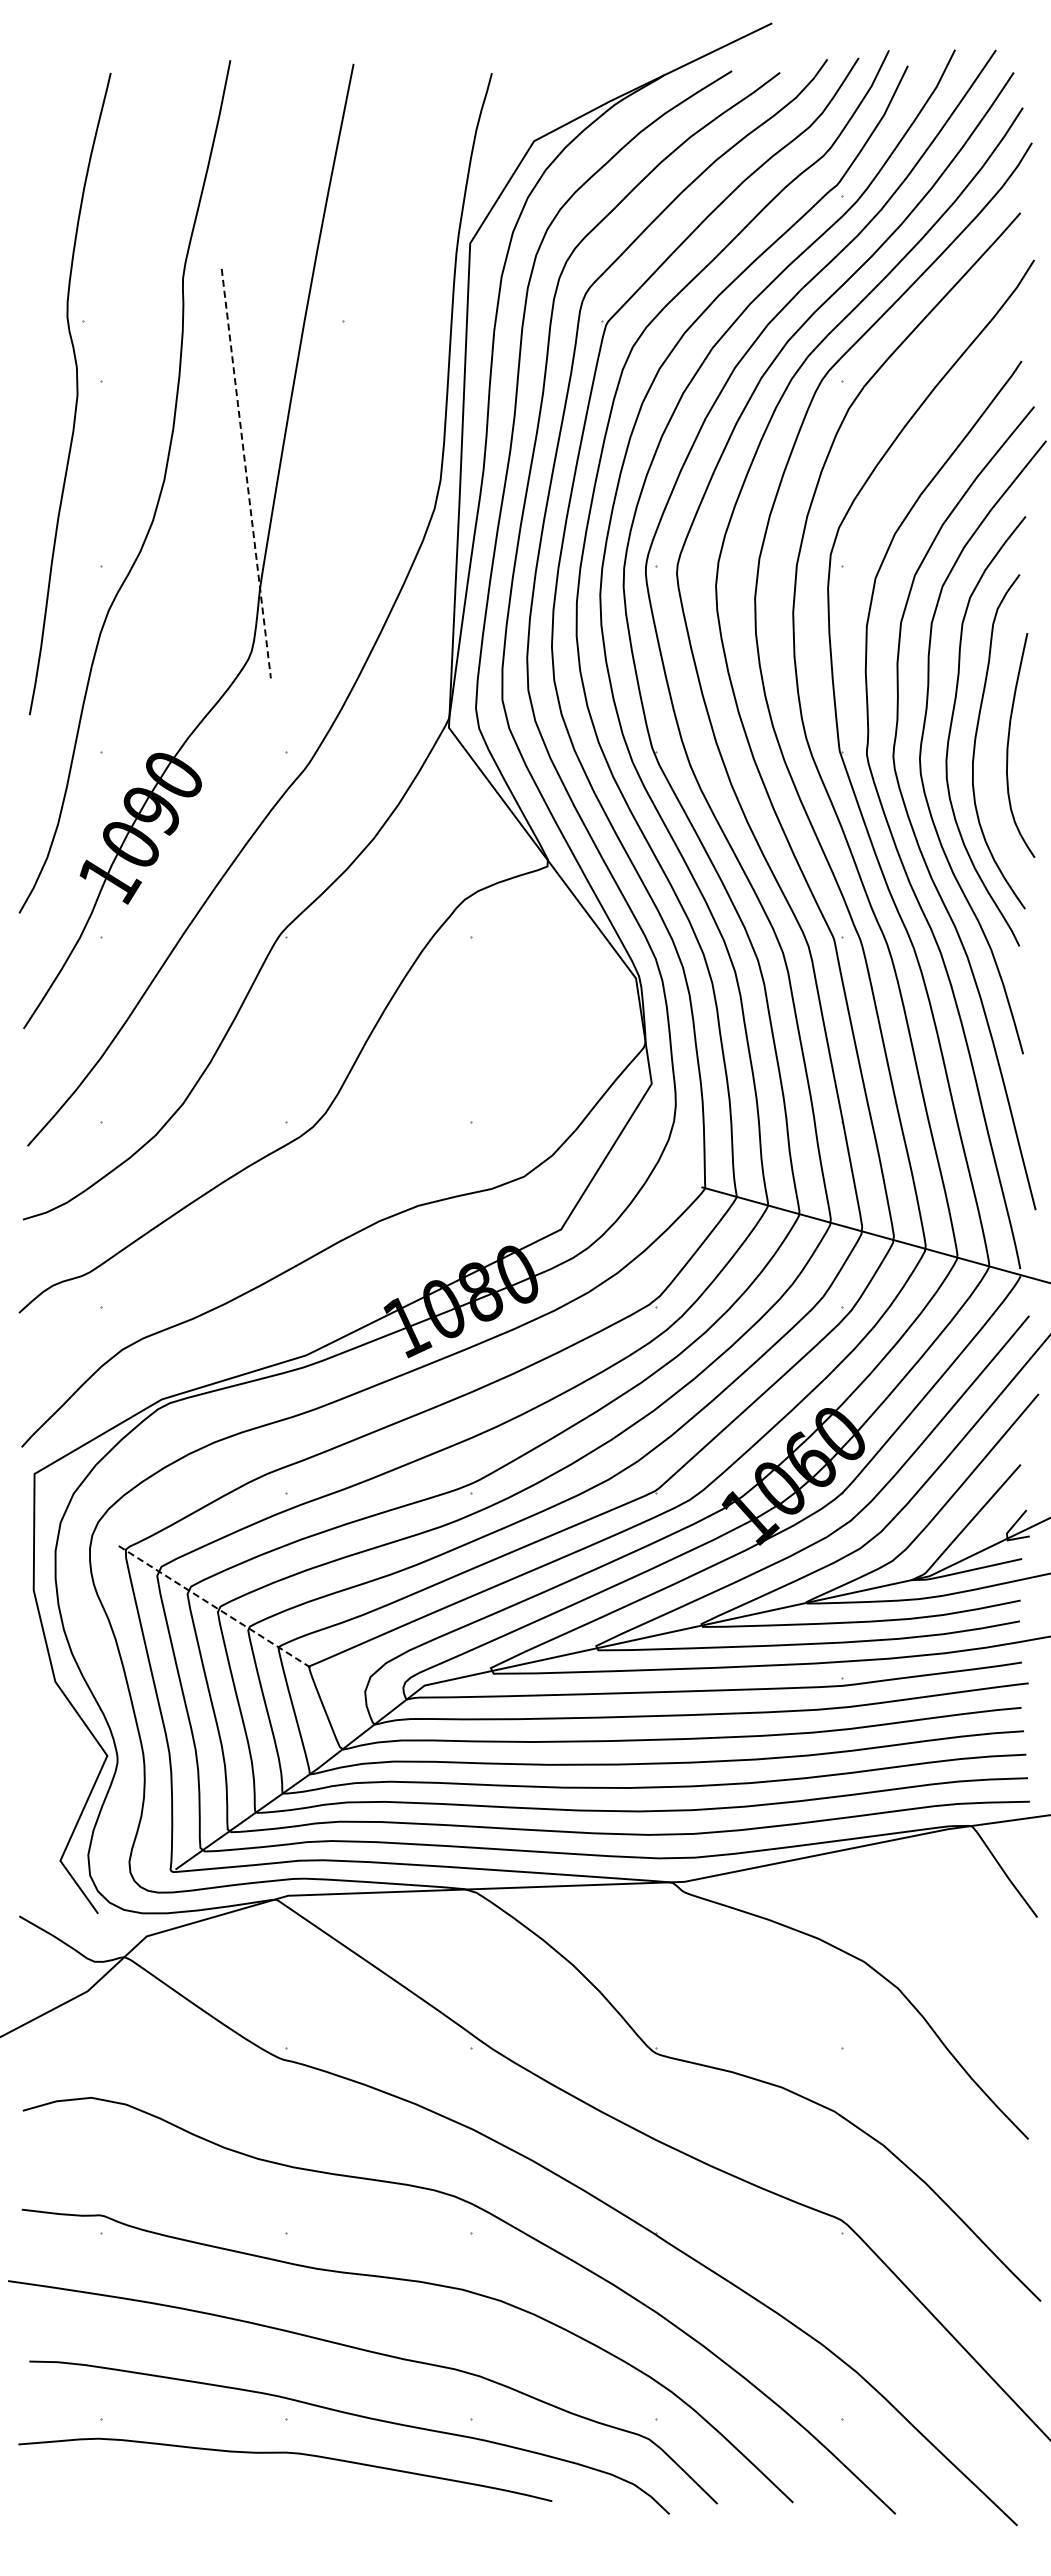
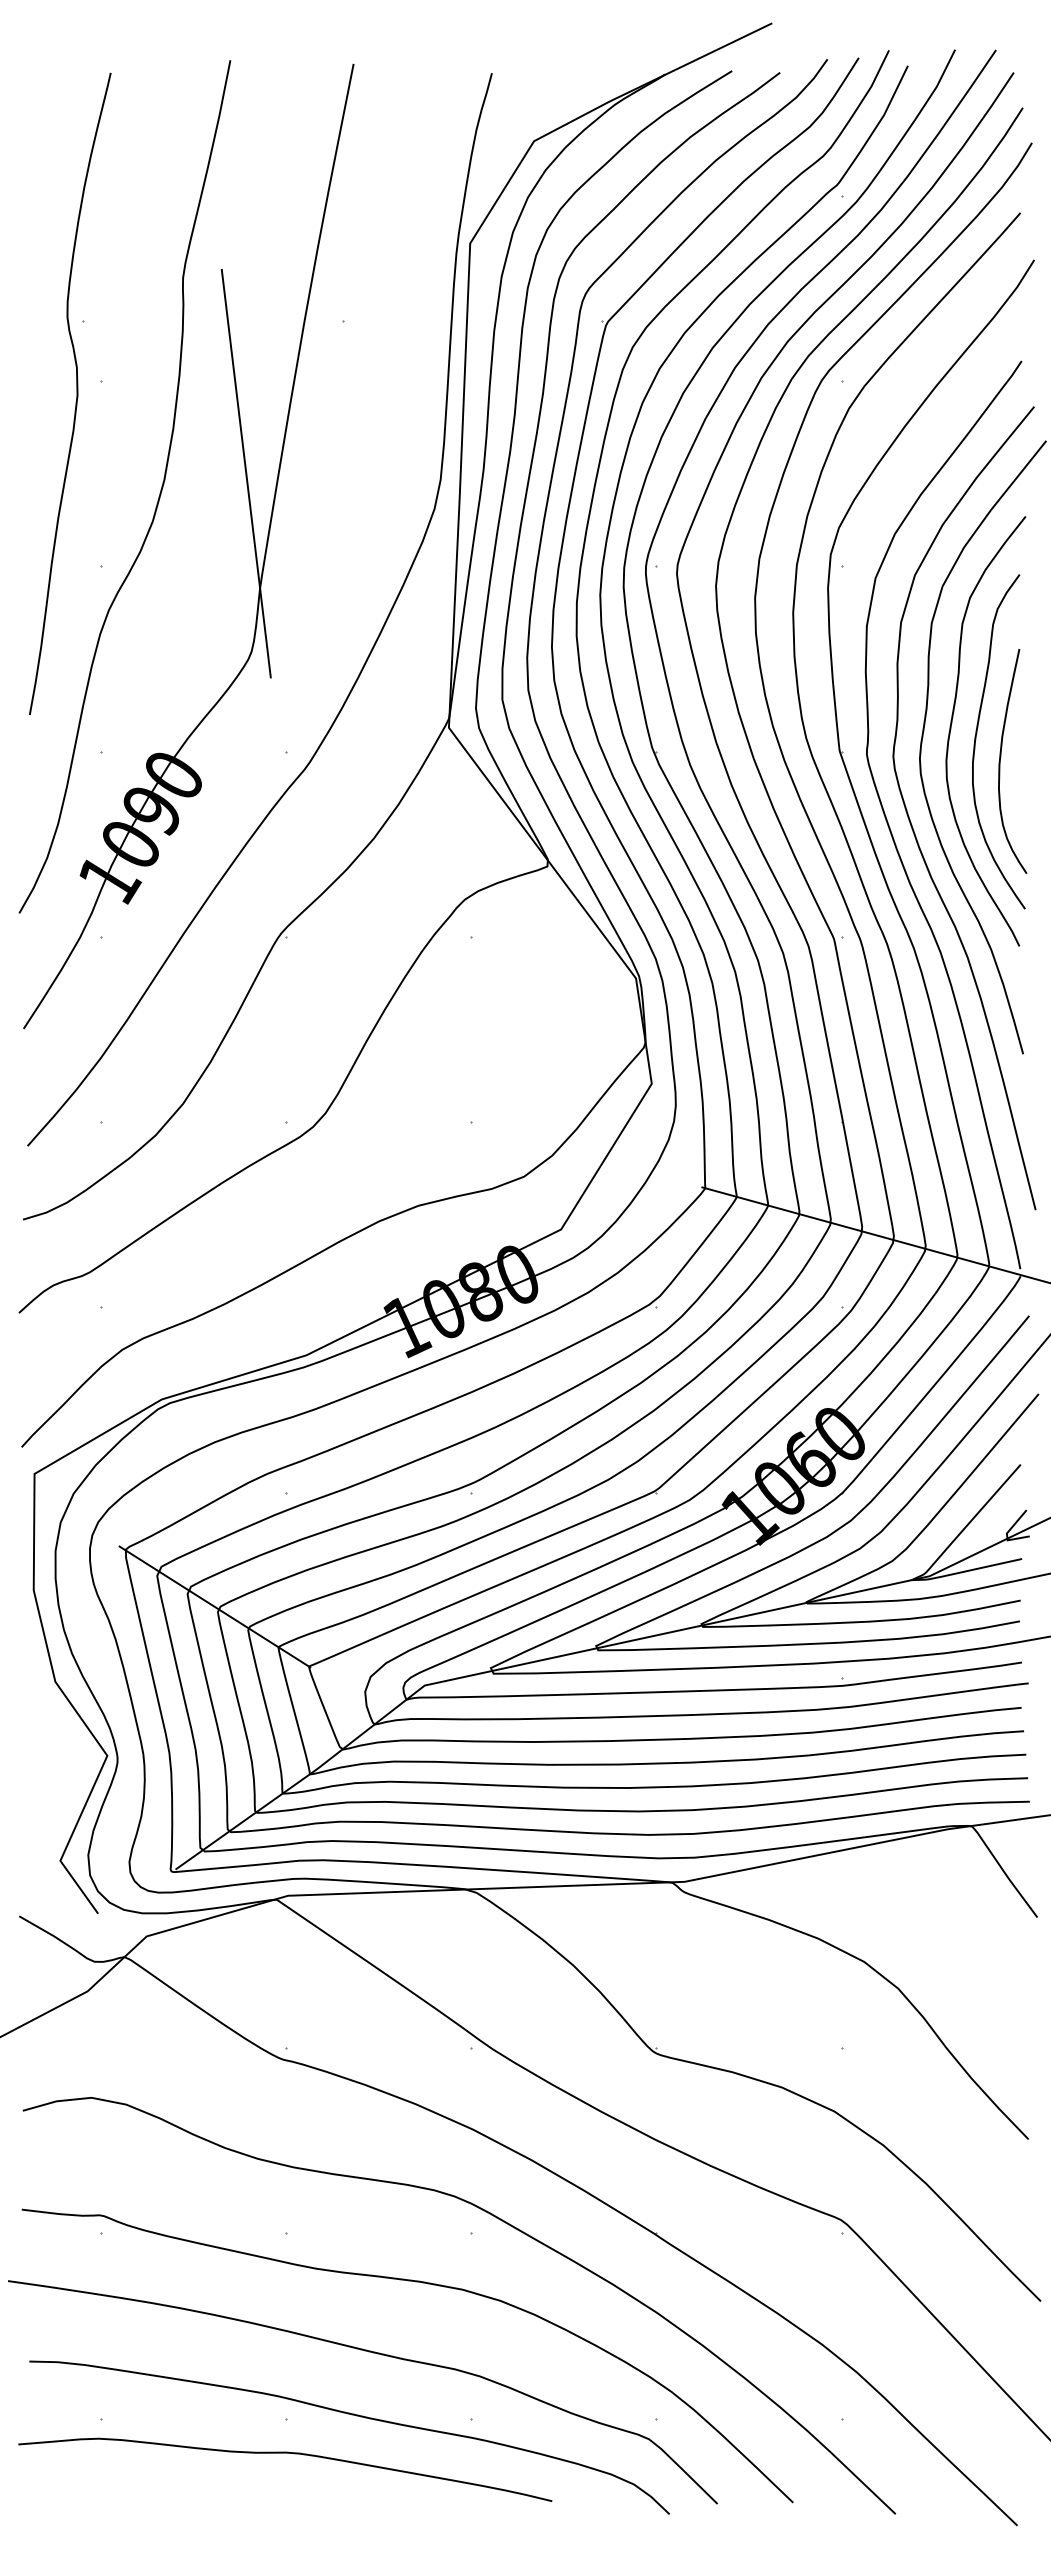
line at (246, 474): dashed -> solid
curve at (1009, 741) position: (1009, 741) -> (1001, 757)
line at (214, 1606): dashed -> solid
